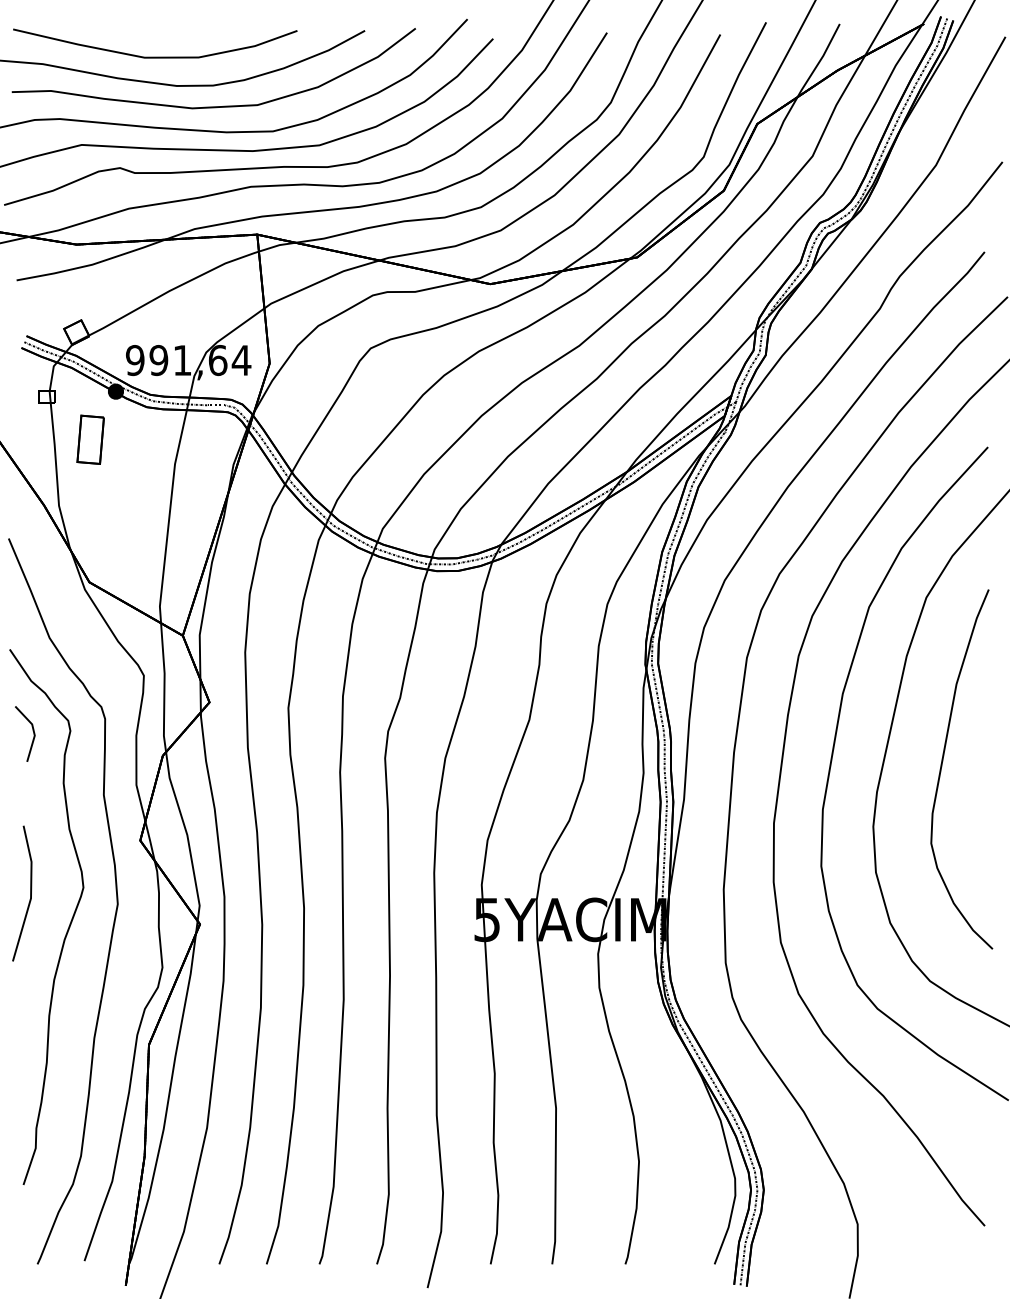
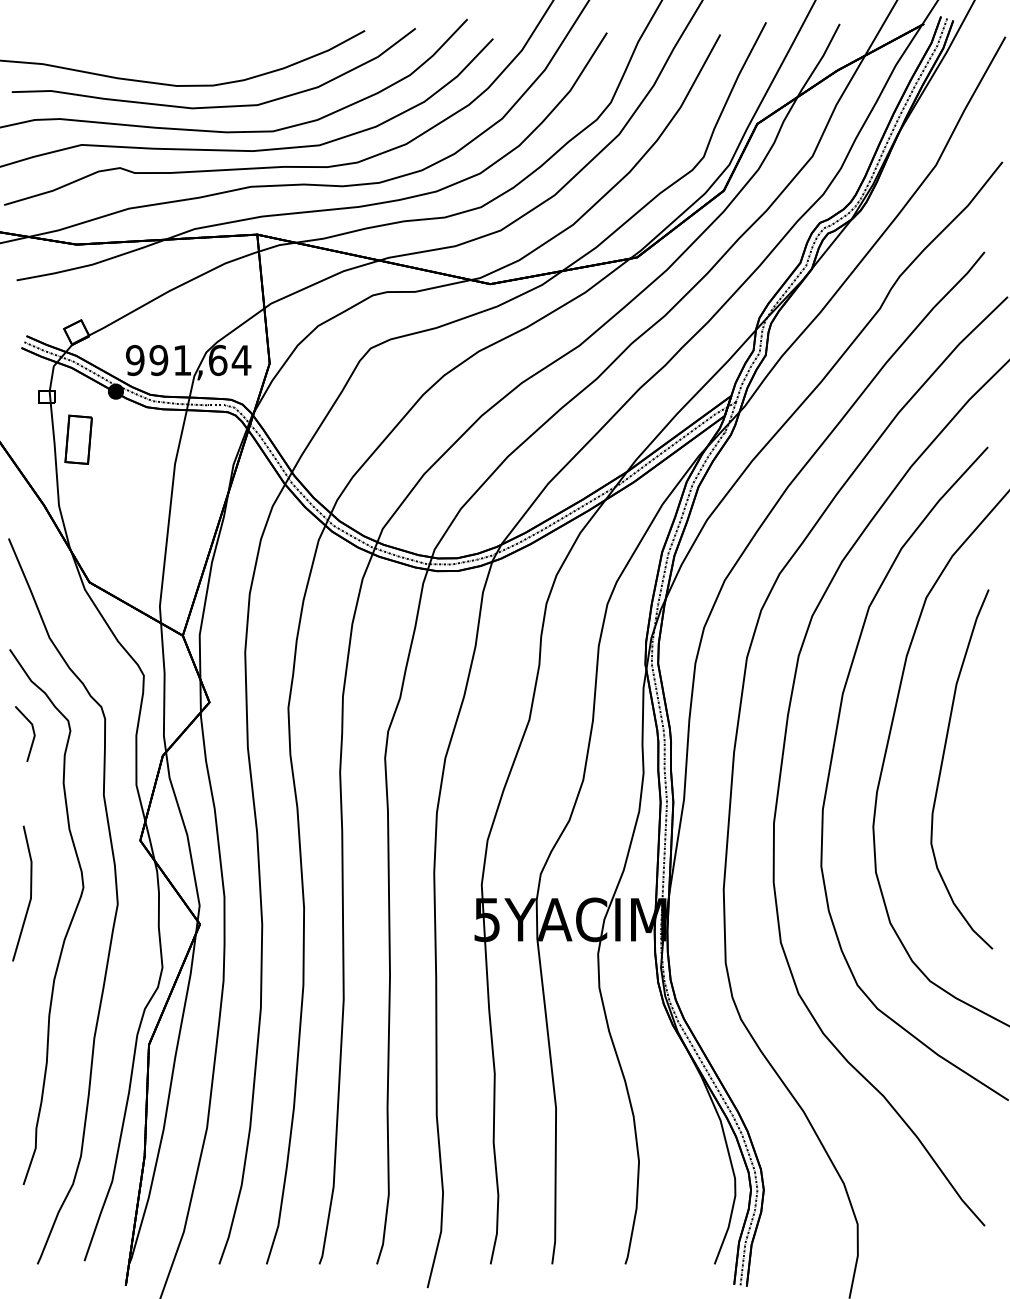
part at (155, 56): present -> none
part at (90, 439) position: (90, 439) -> (78, 439)
